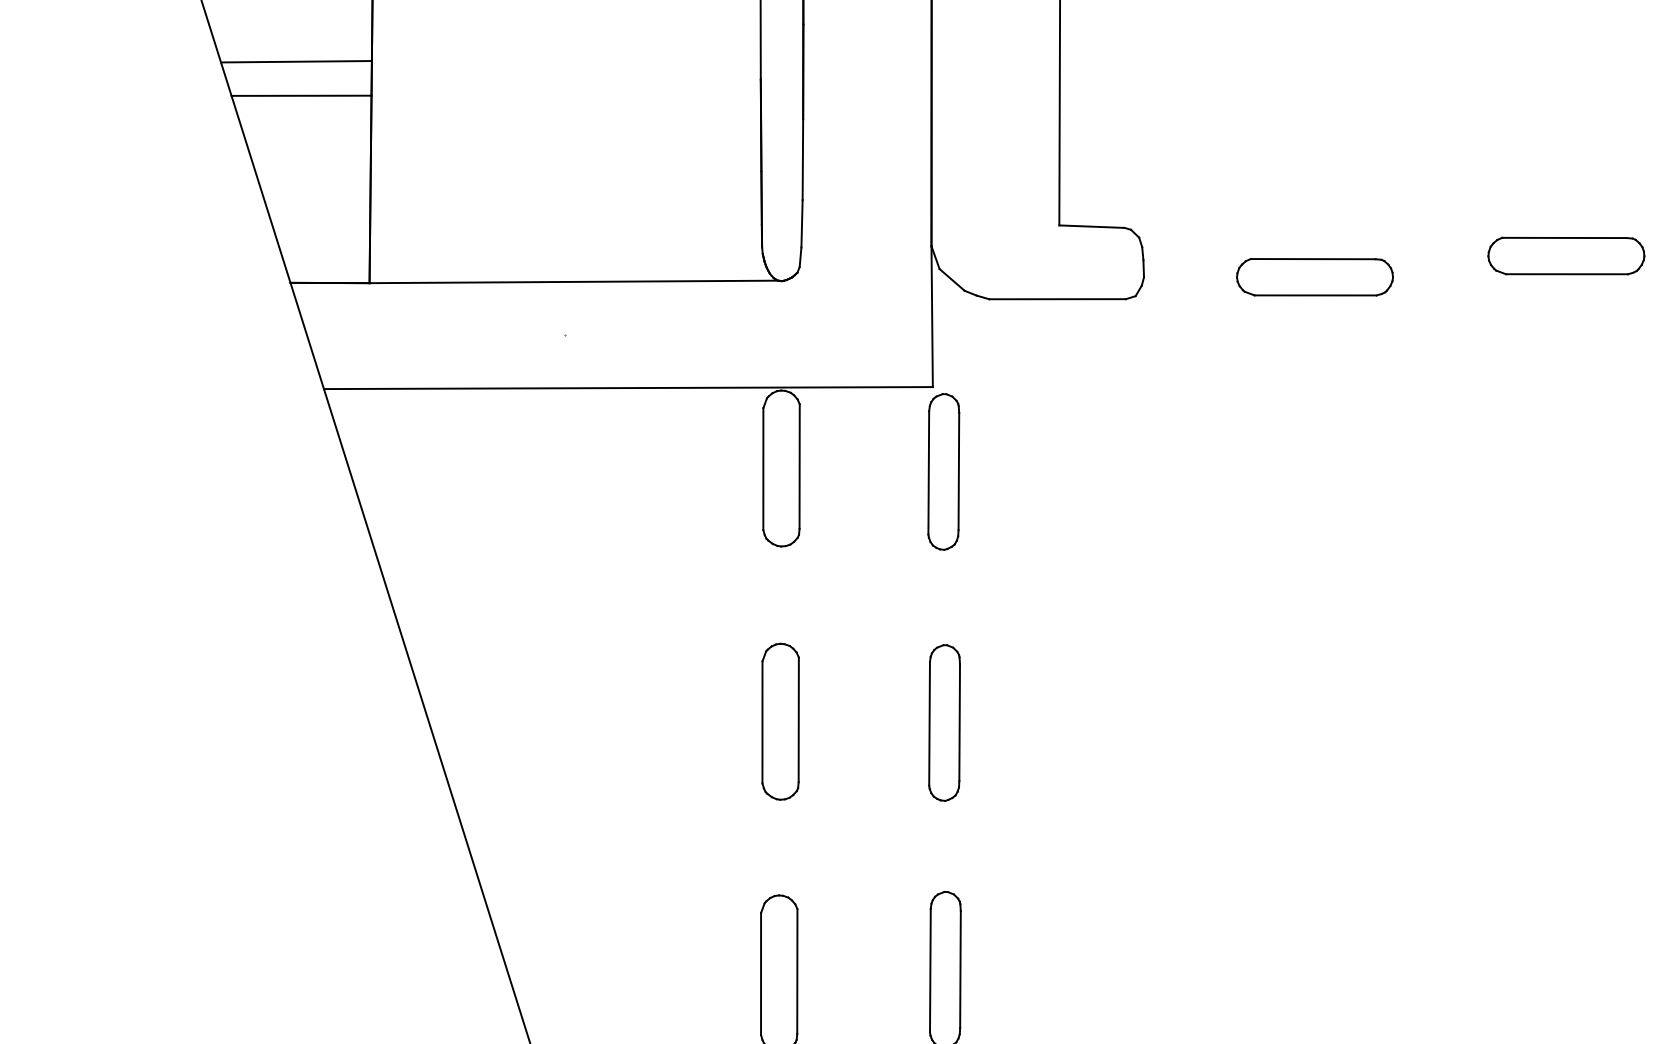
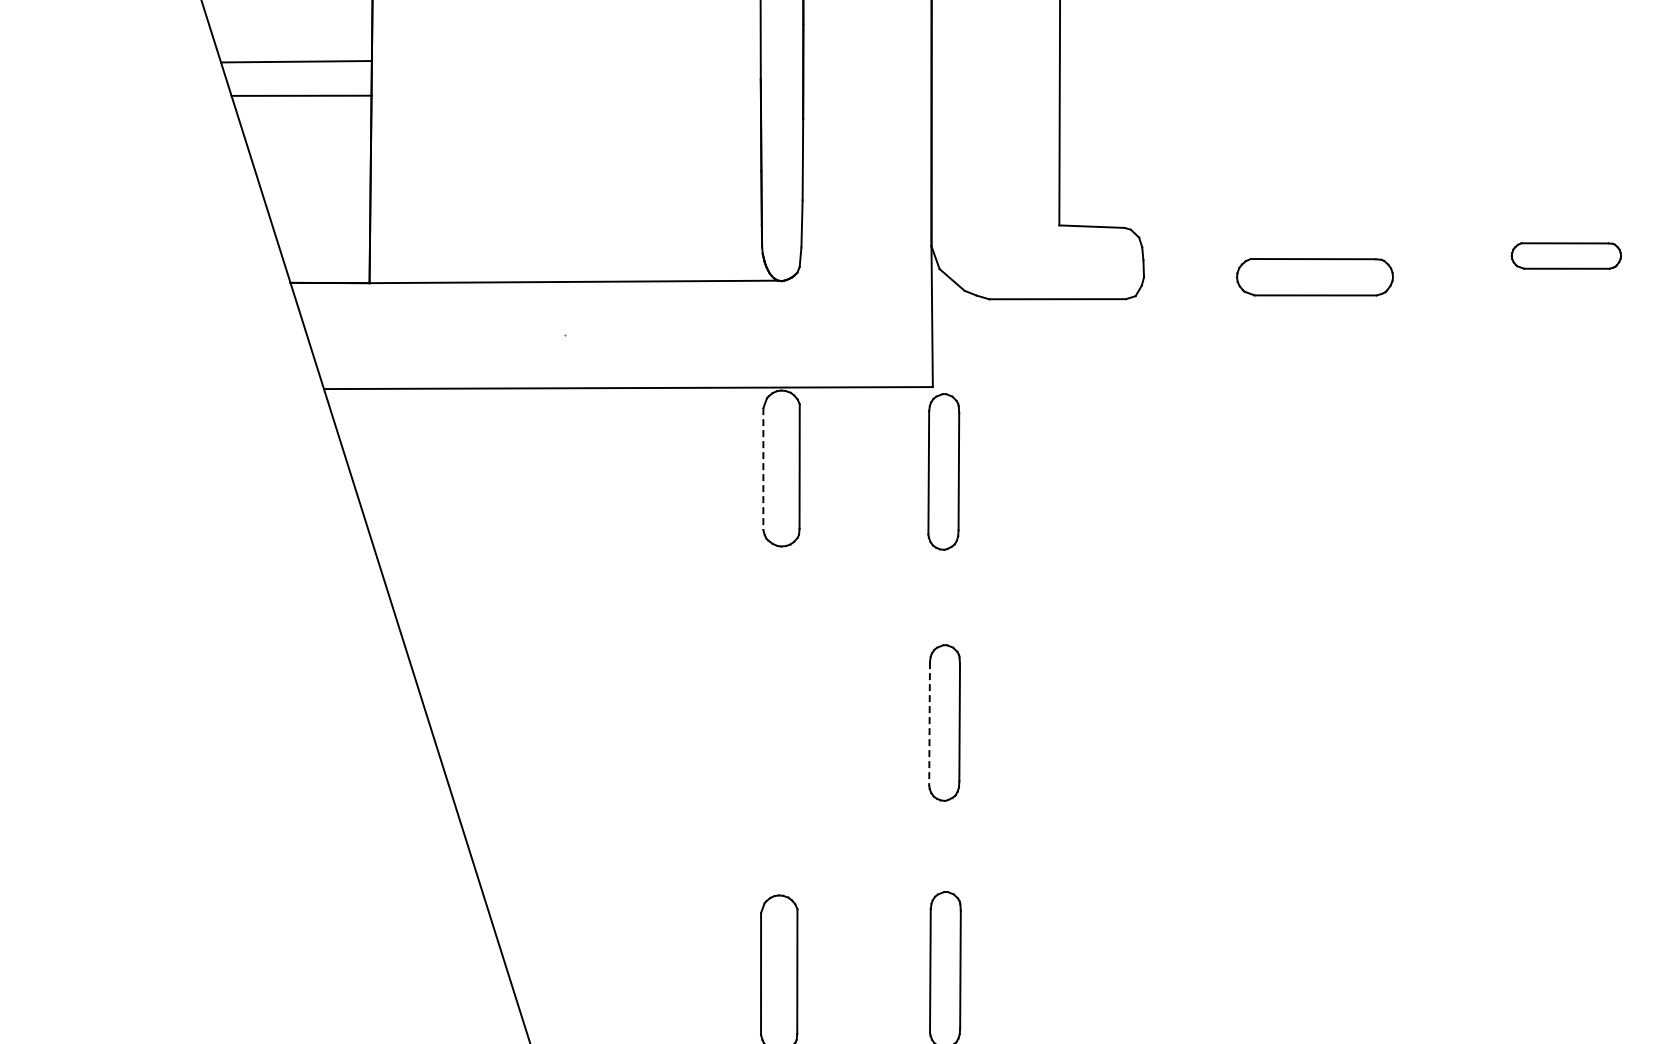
part at (1566, 255) size: 159x40 px -> 112x28 px
line at (763, 469): solid -> dashed
part at (780, 721): present -> none
line at (929, 723): solid -> dashed
